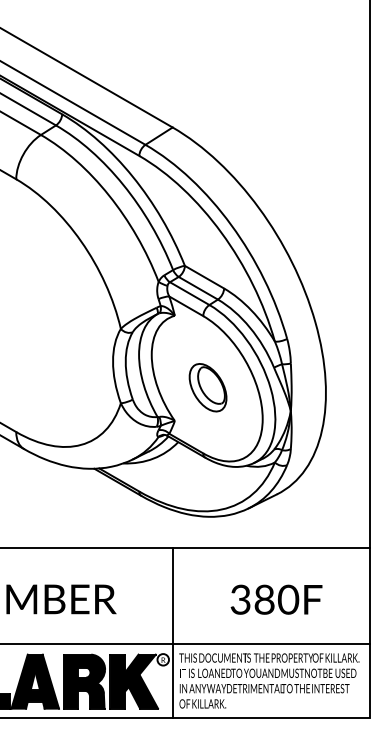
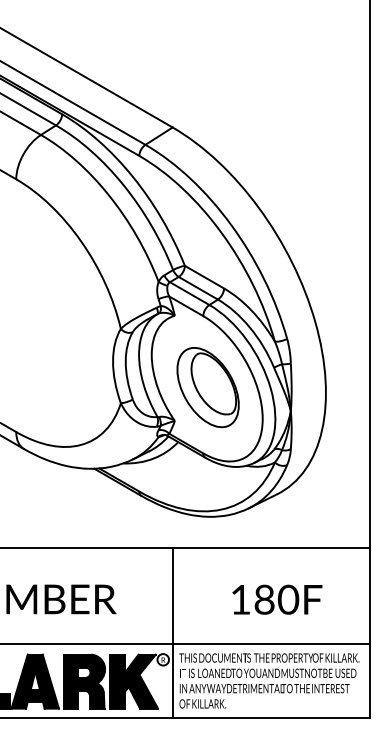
part at (207, 387) size: 40x50 px -> 64x82 px
text at (240, 599): 380F -> 180F
